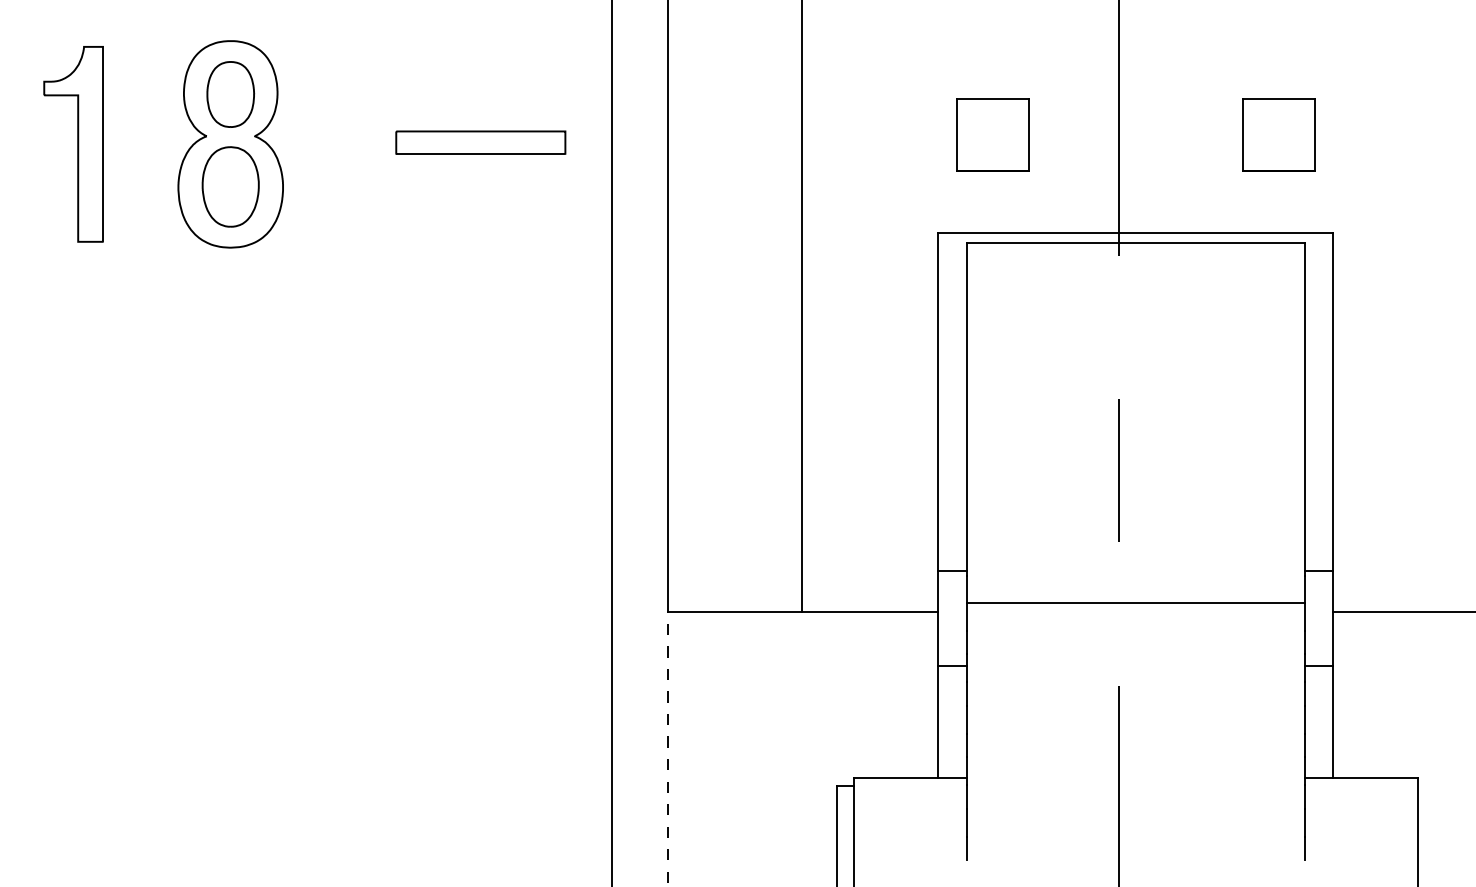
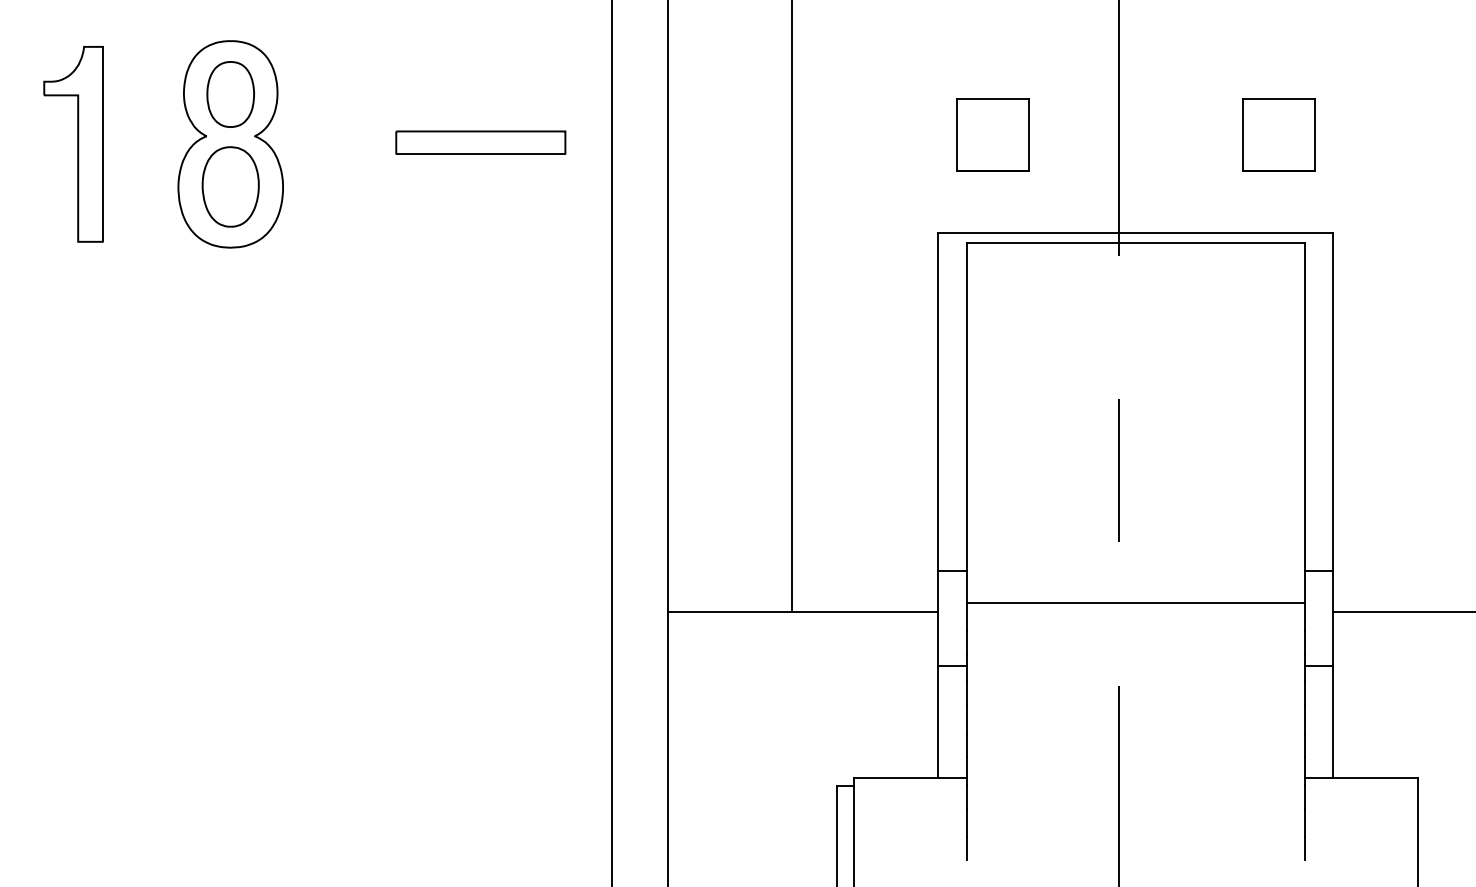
line at (801, 306) position: (801, 306) -> (791, 306)
line at (667, 748): dashed -> solid
